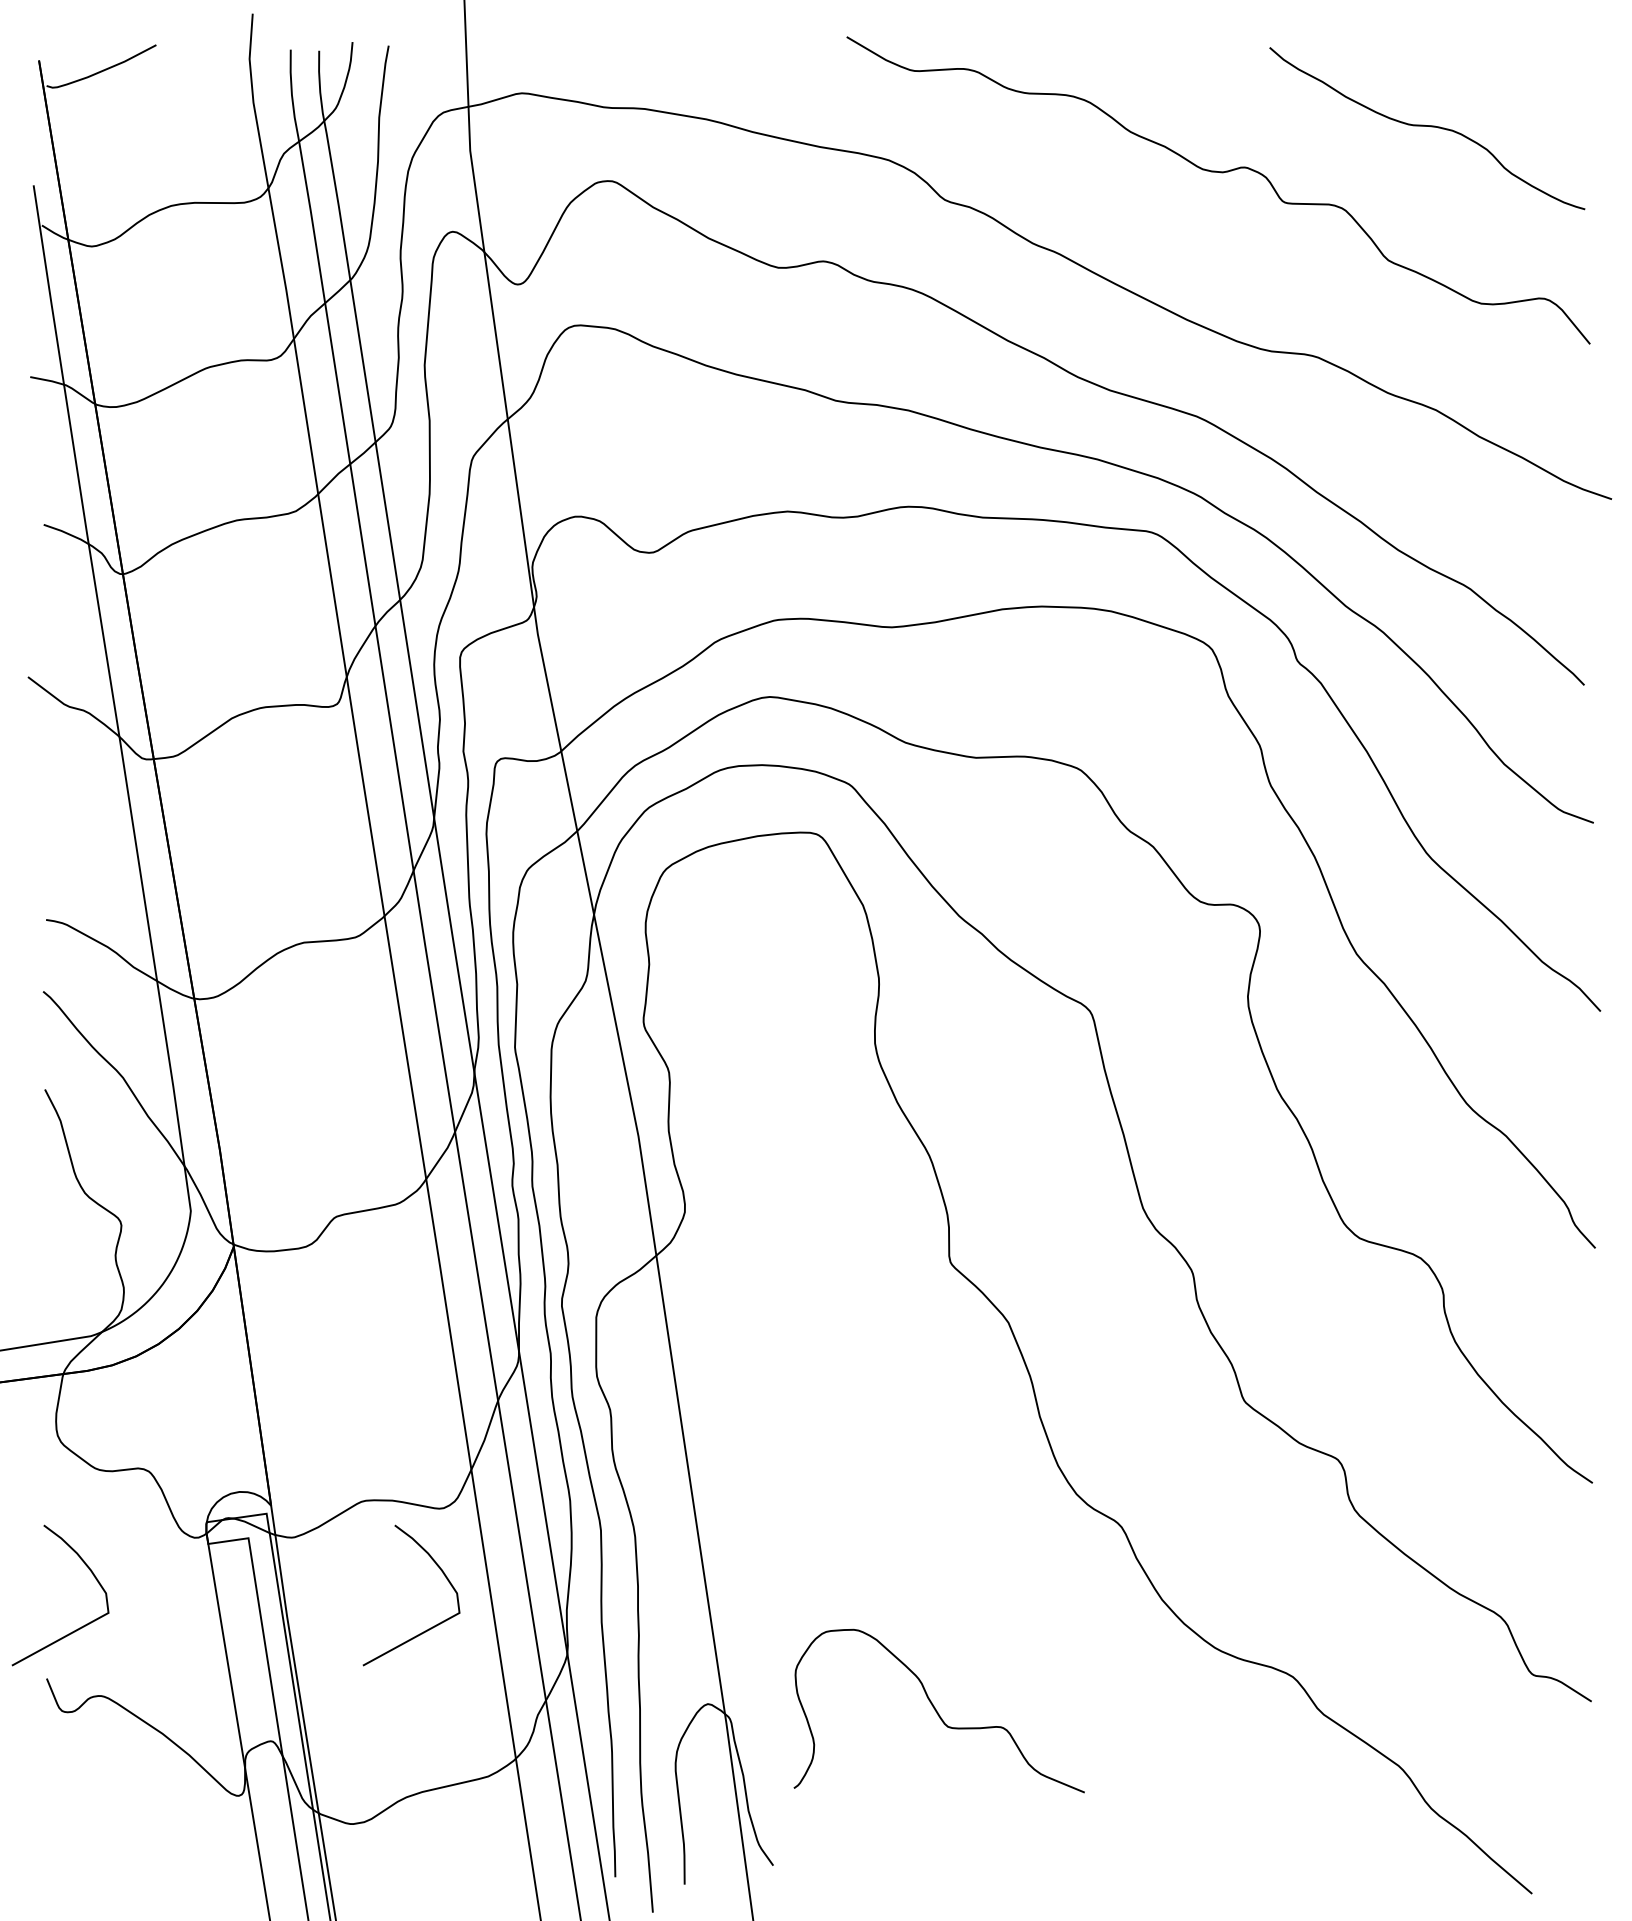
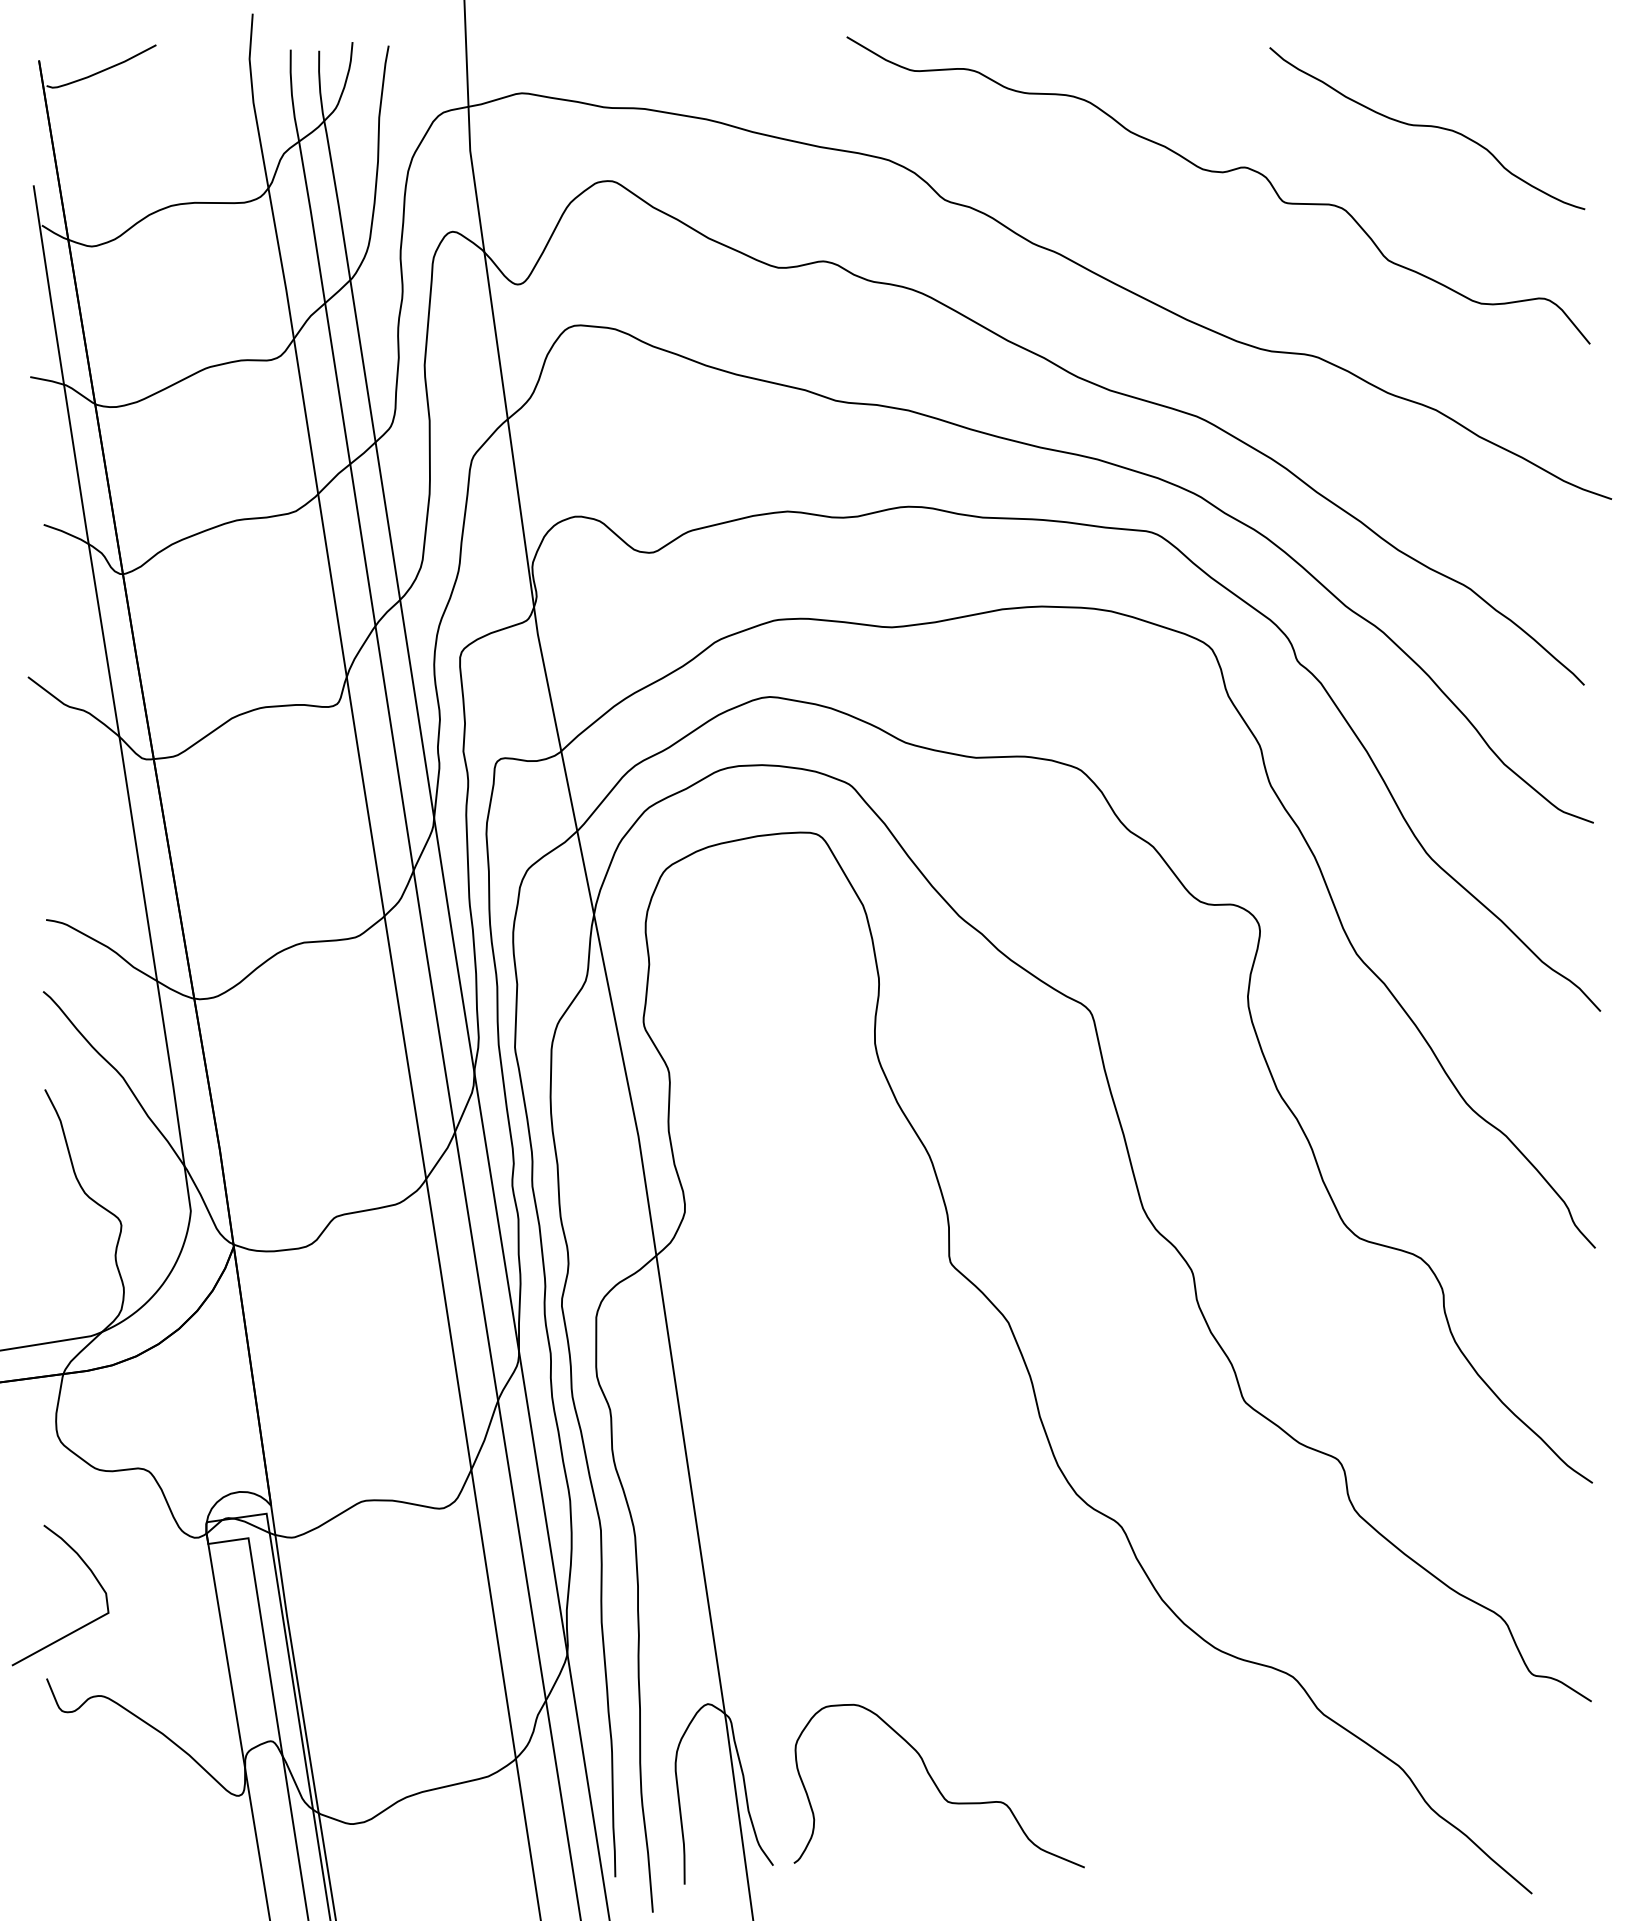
curve at (428, 1628): present -> none
curve at (937, 1710) position: (937, 1710) -> (937, 1785)
